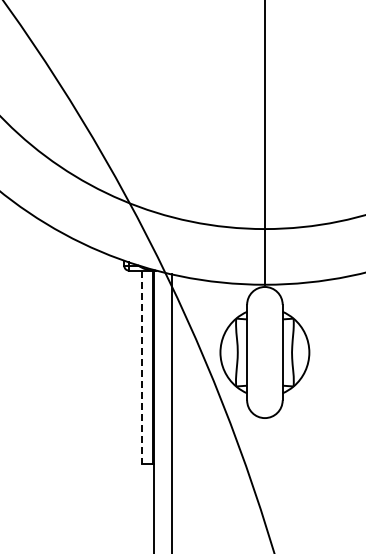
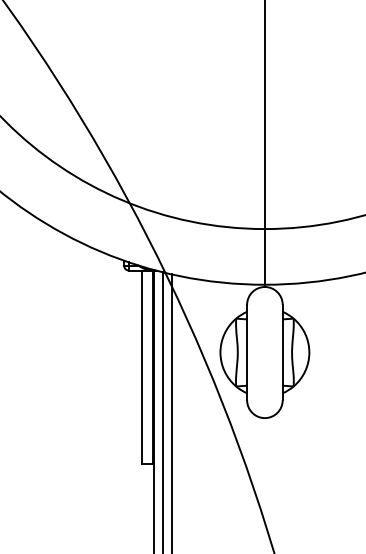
line at (141, 367): dashed -> solid
line at (162, 411): none -> present
